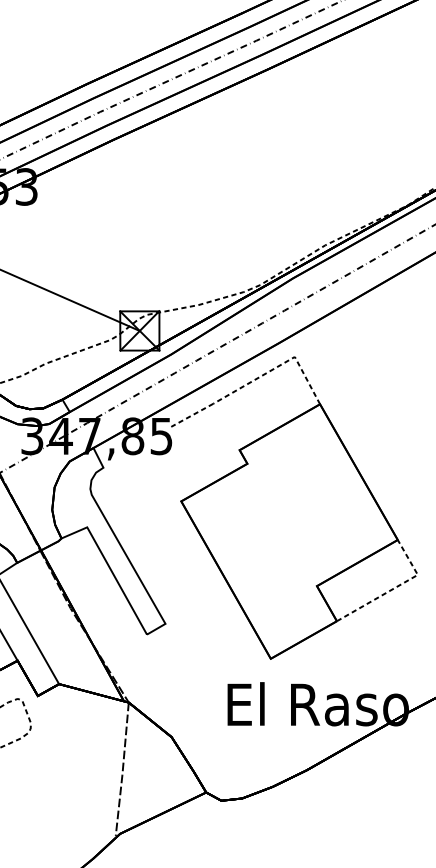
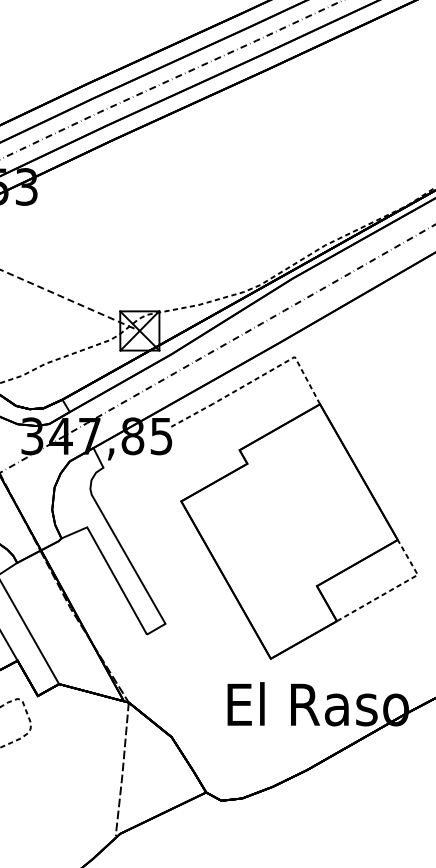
line at (70, 300): solid -> dashed
